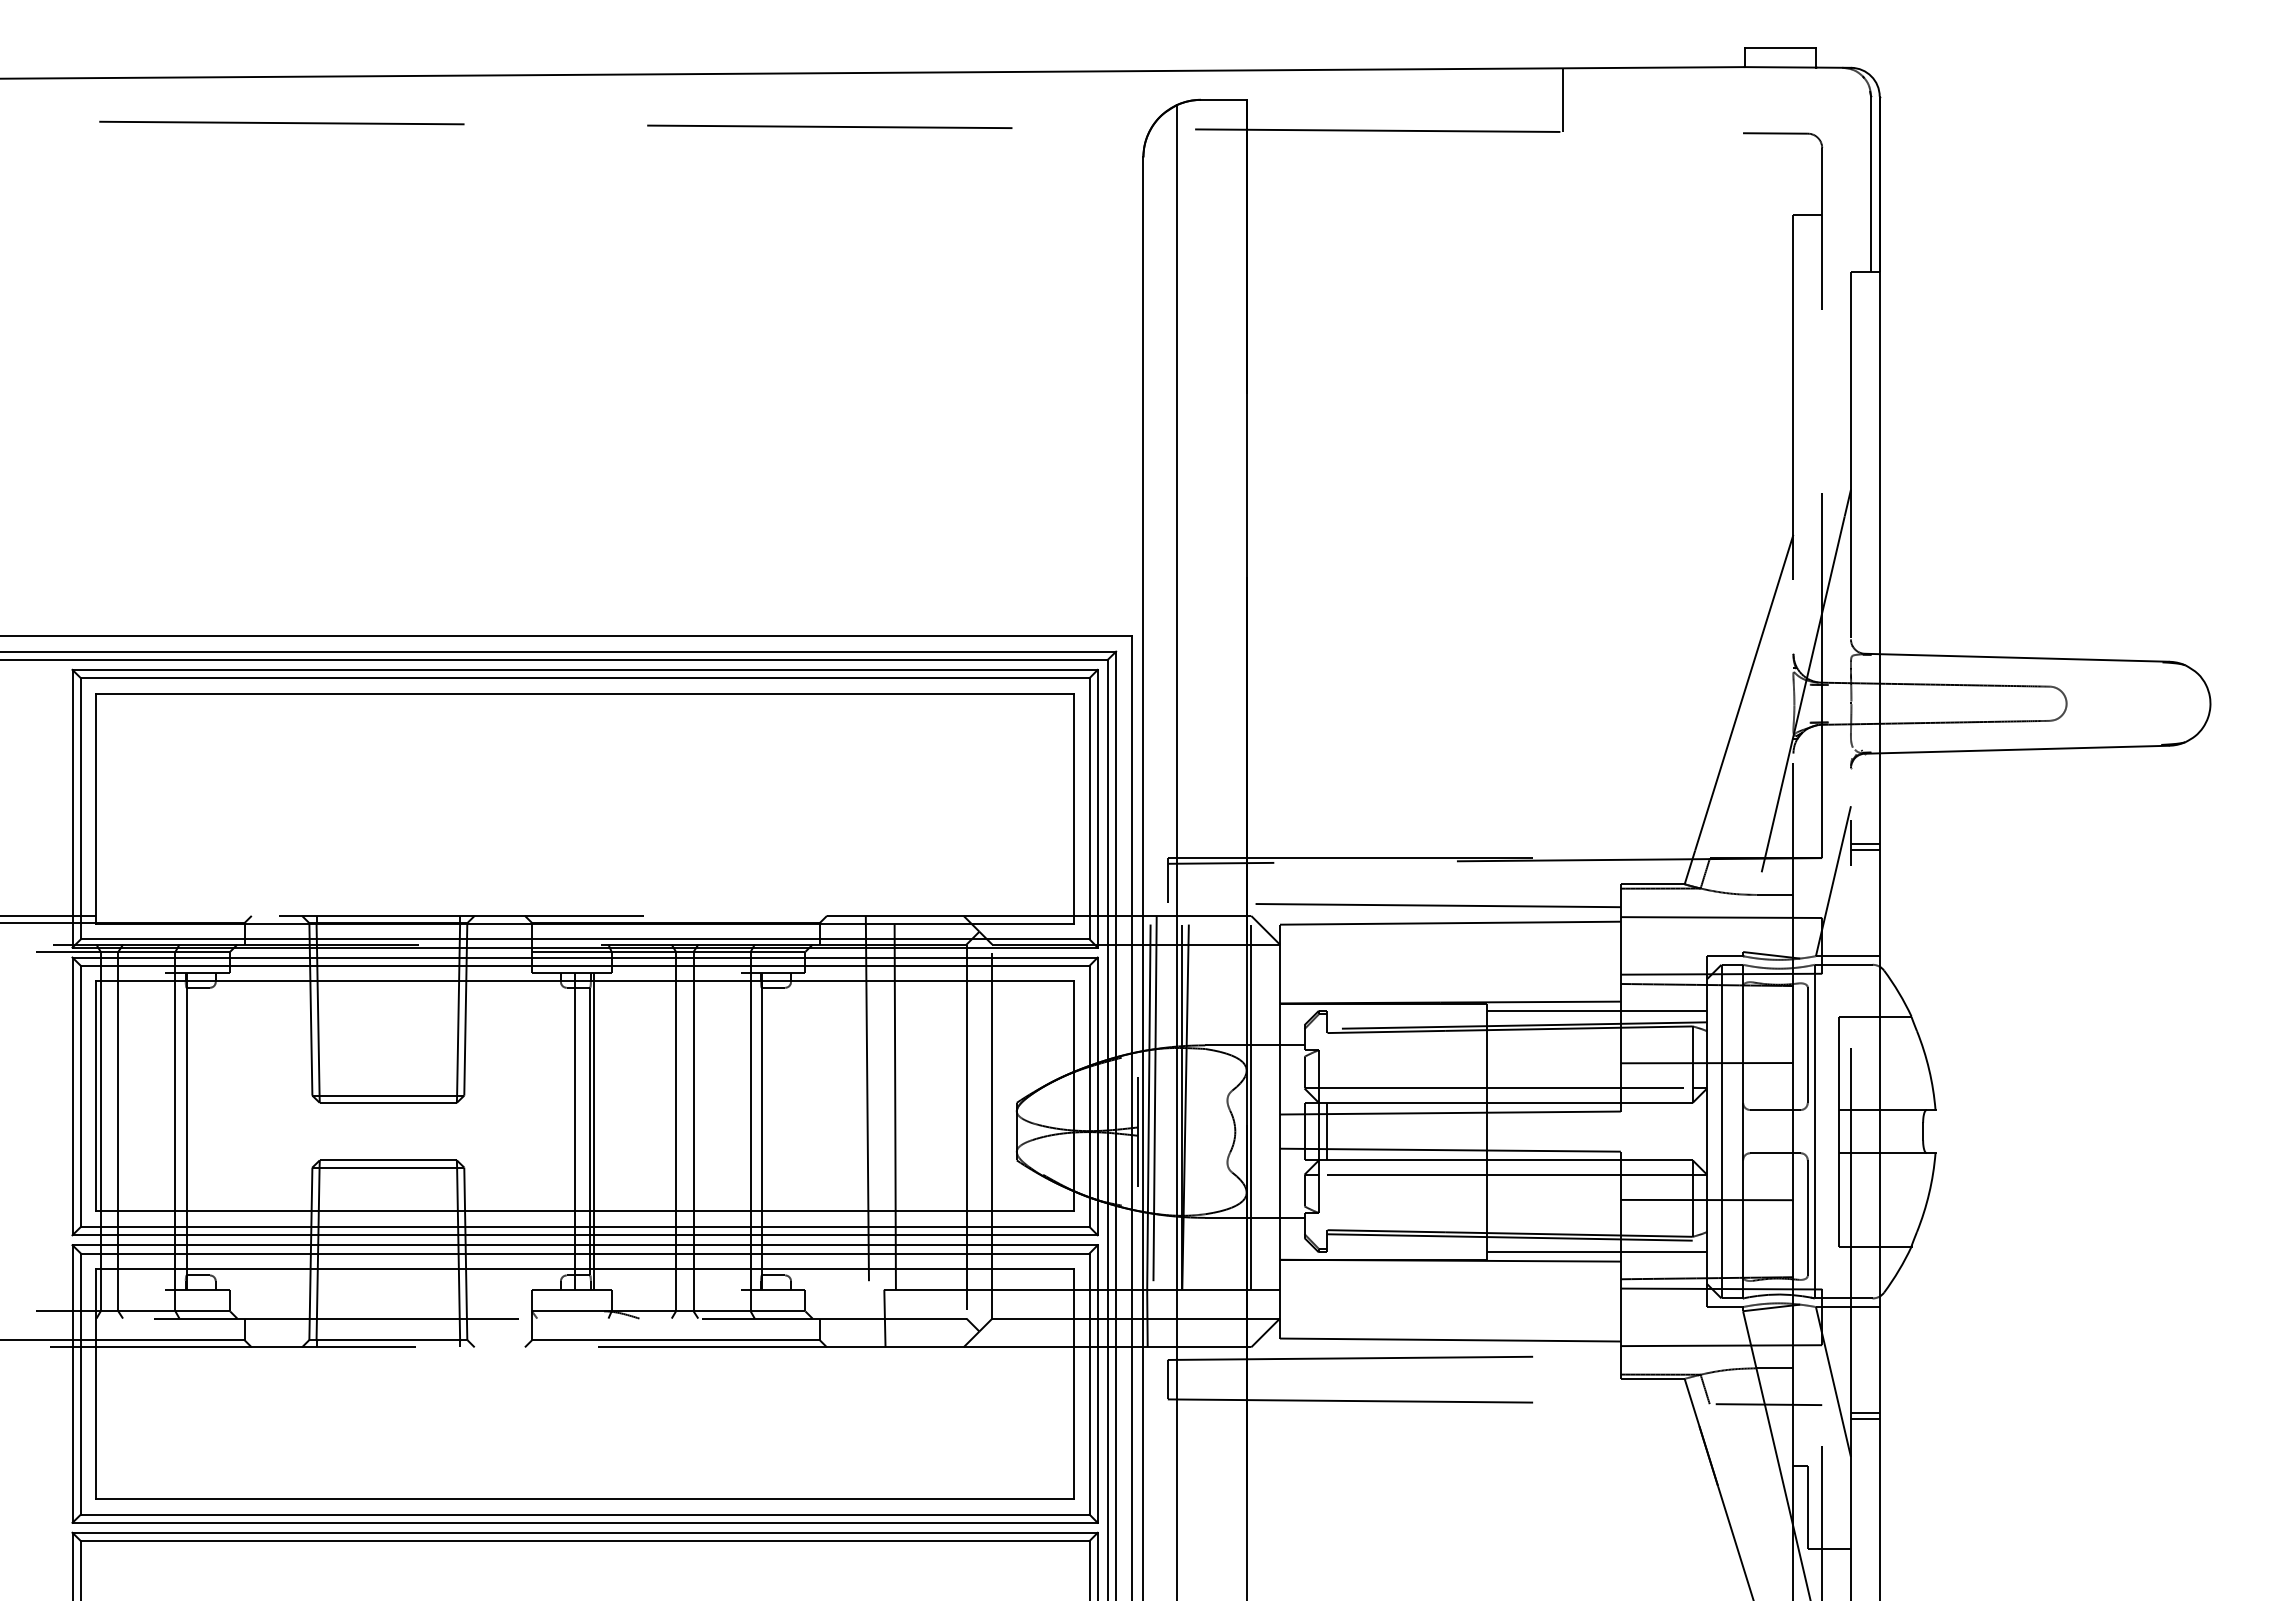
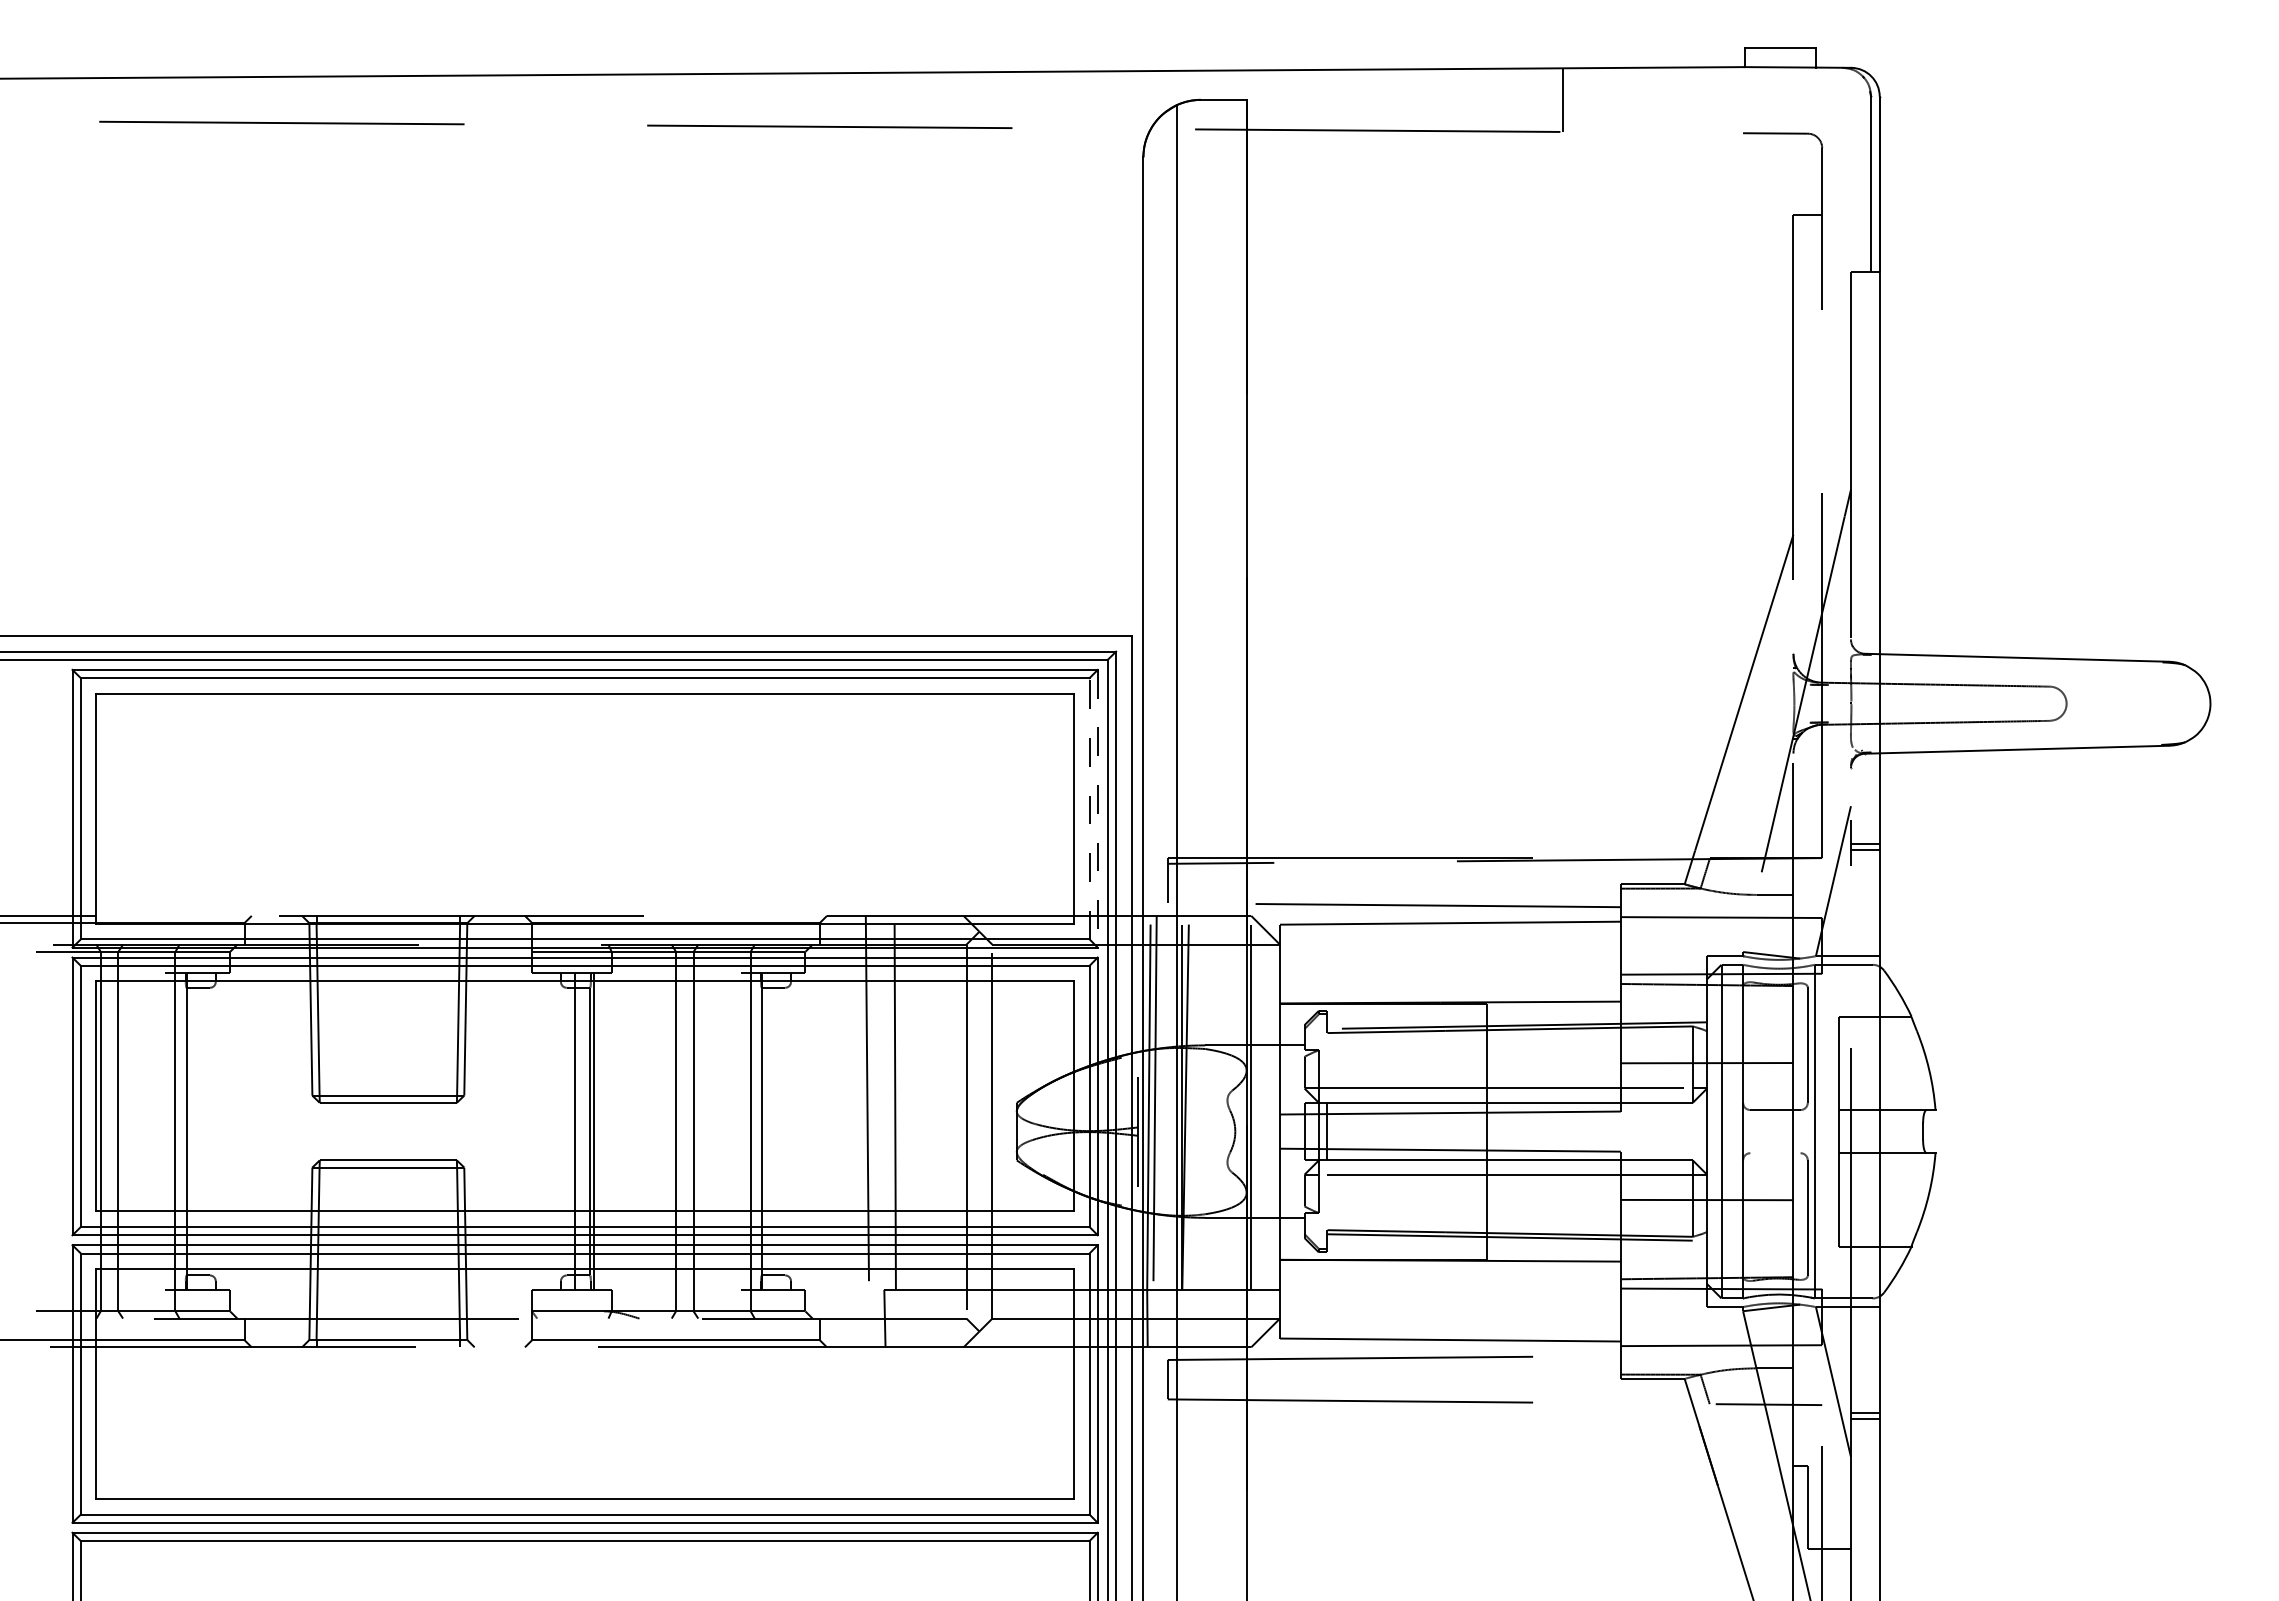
line at (1089, 808): solid -> dashed
line at (1097, 808): solid -> dashed
line at (1597, 1010): present -> none
line at (1775, 1153): present -> none
line at (1597, 1252): present -> none
